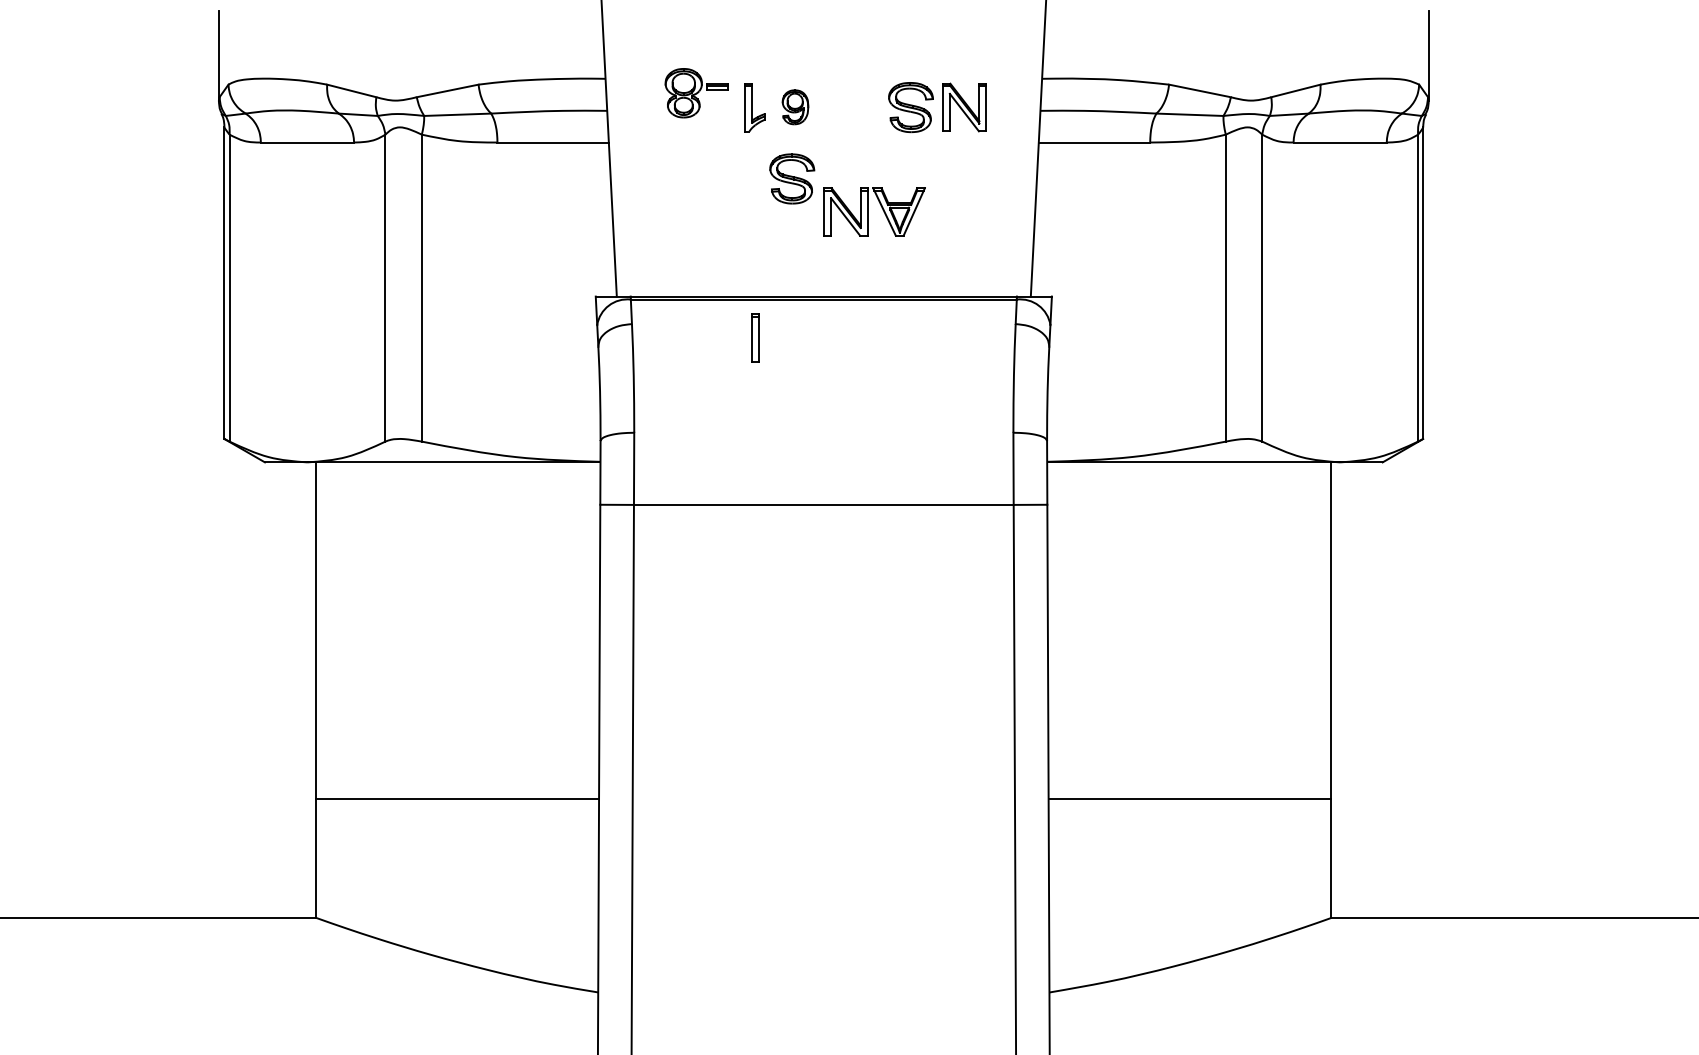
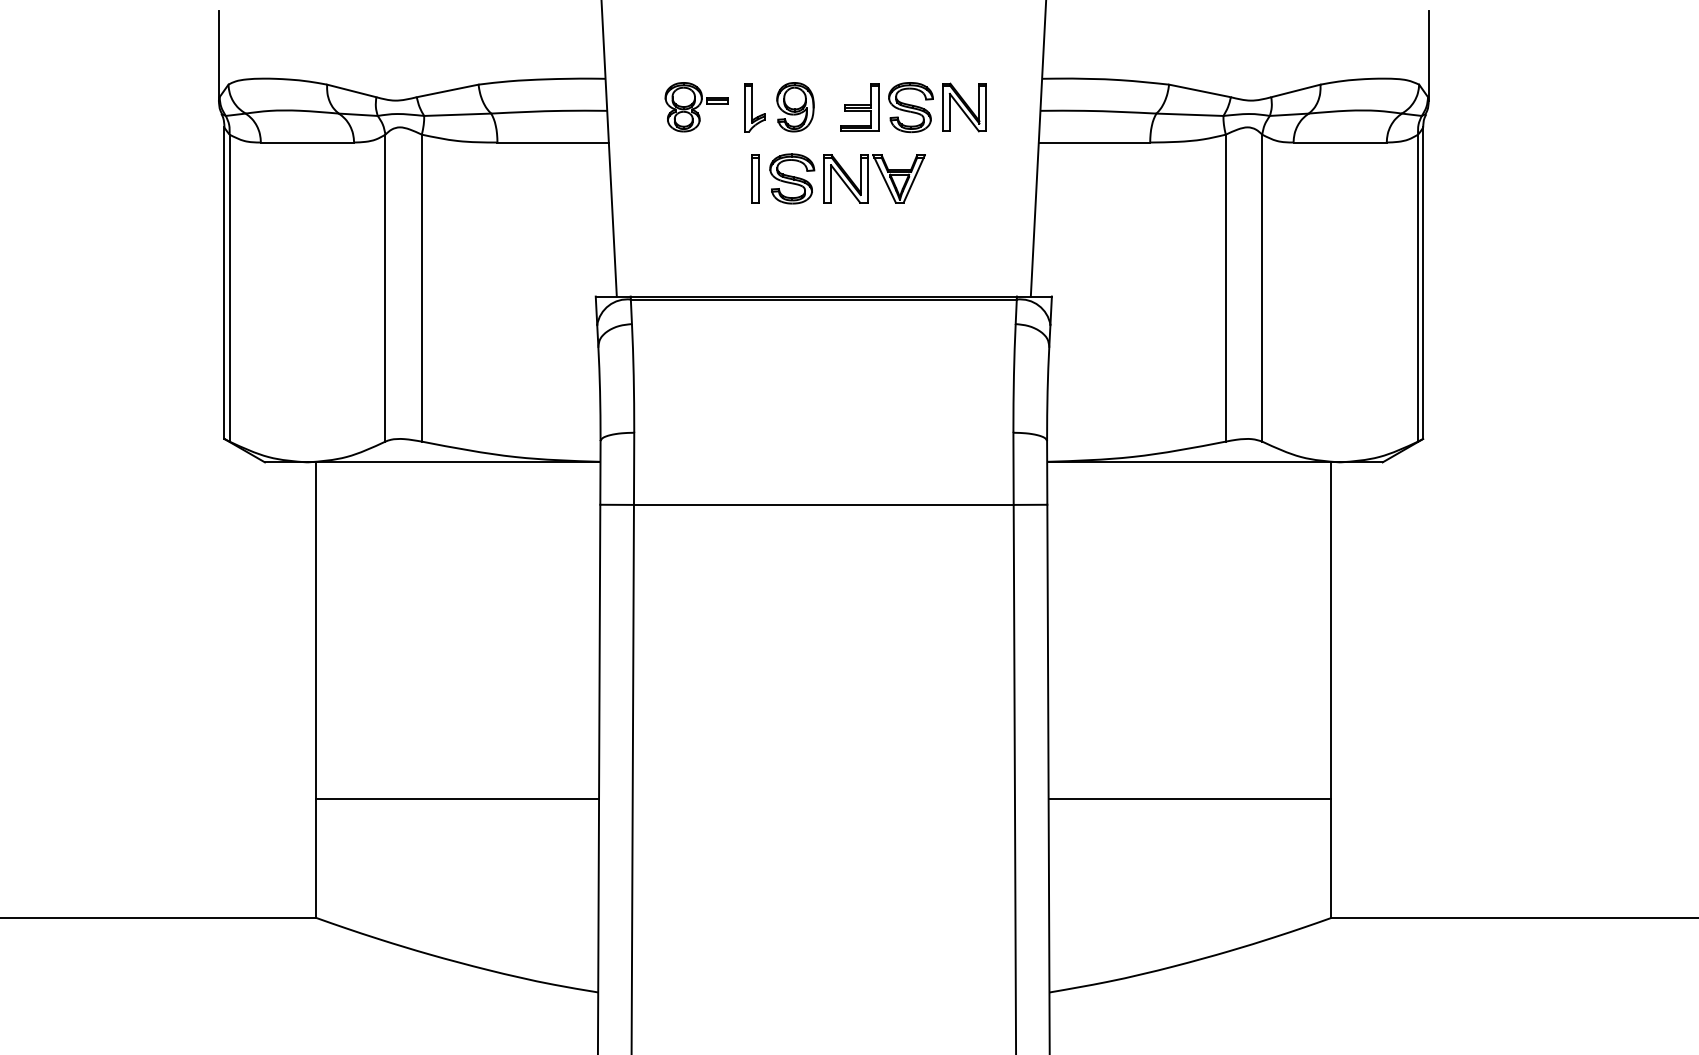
part at (696, 93) position: (696, 93) -> (696, 107)
part at (795, 107) size: 29x37 px -> 39x51 px
part at (859, 107): none -> present
part at (874, 211) position: (874, 211) -> (874, 178)
part at (755, 337) position: (755, 337) -> (755, 178)
